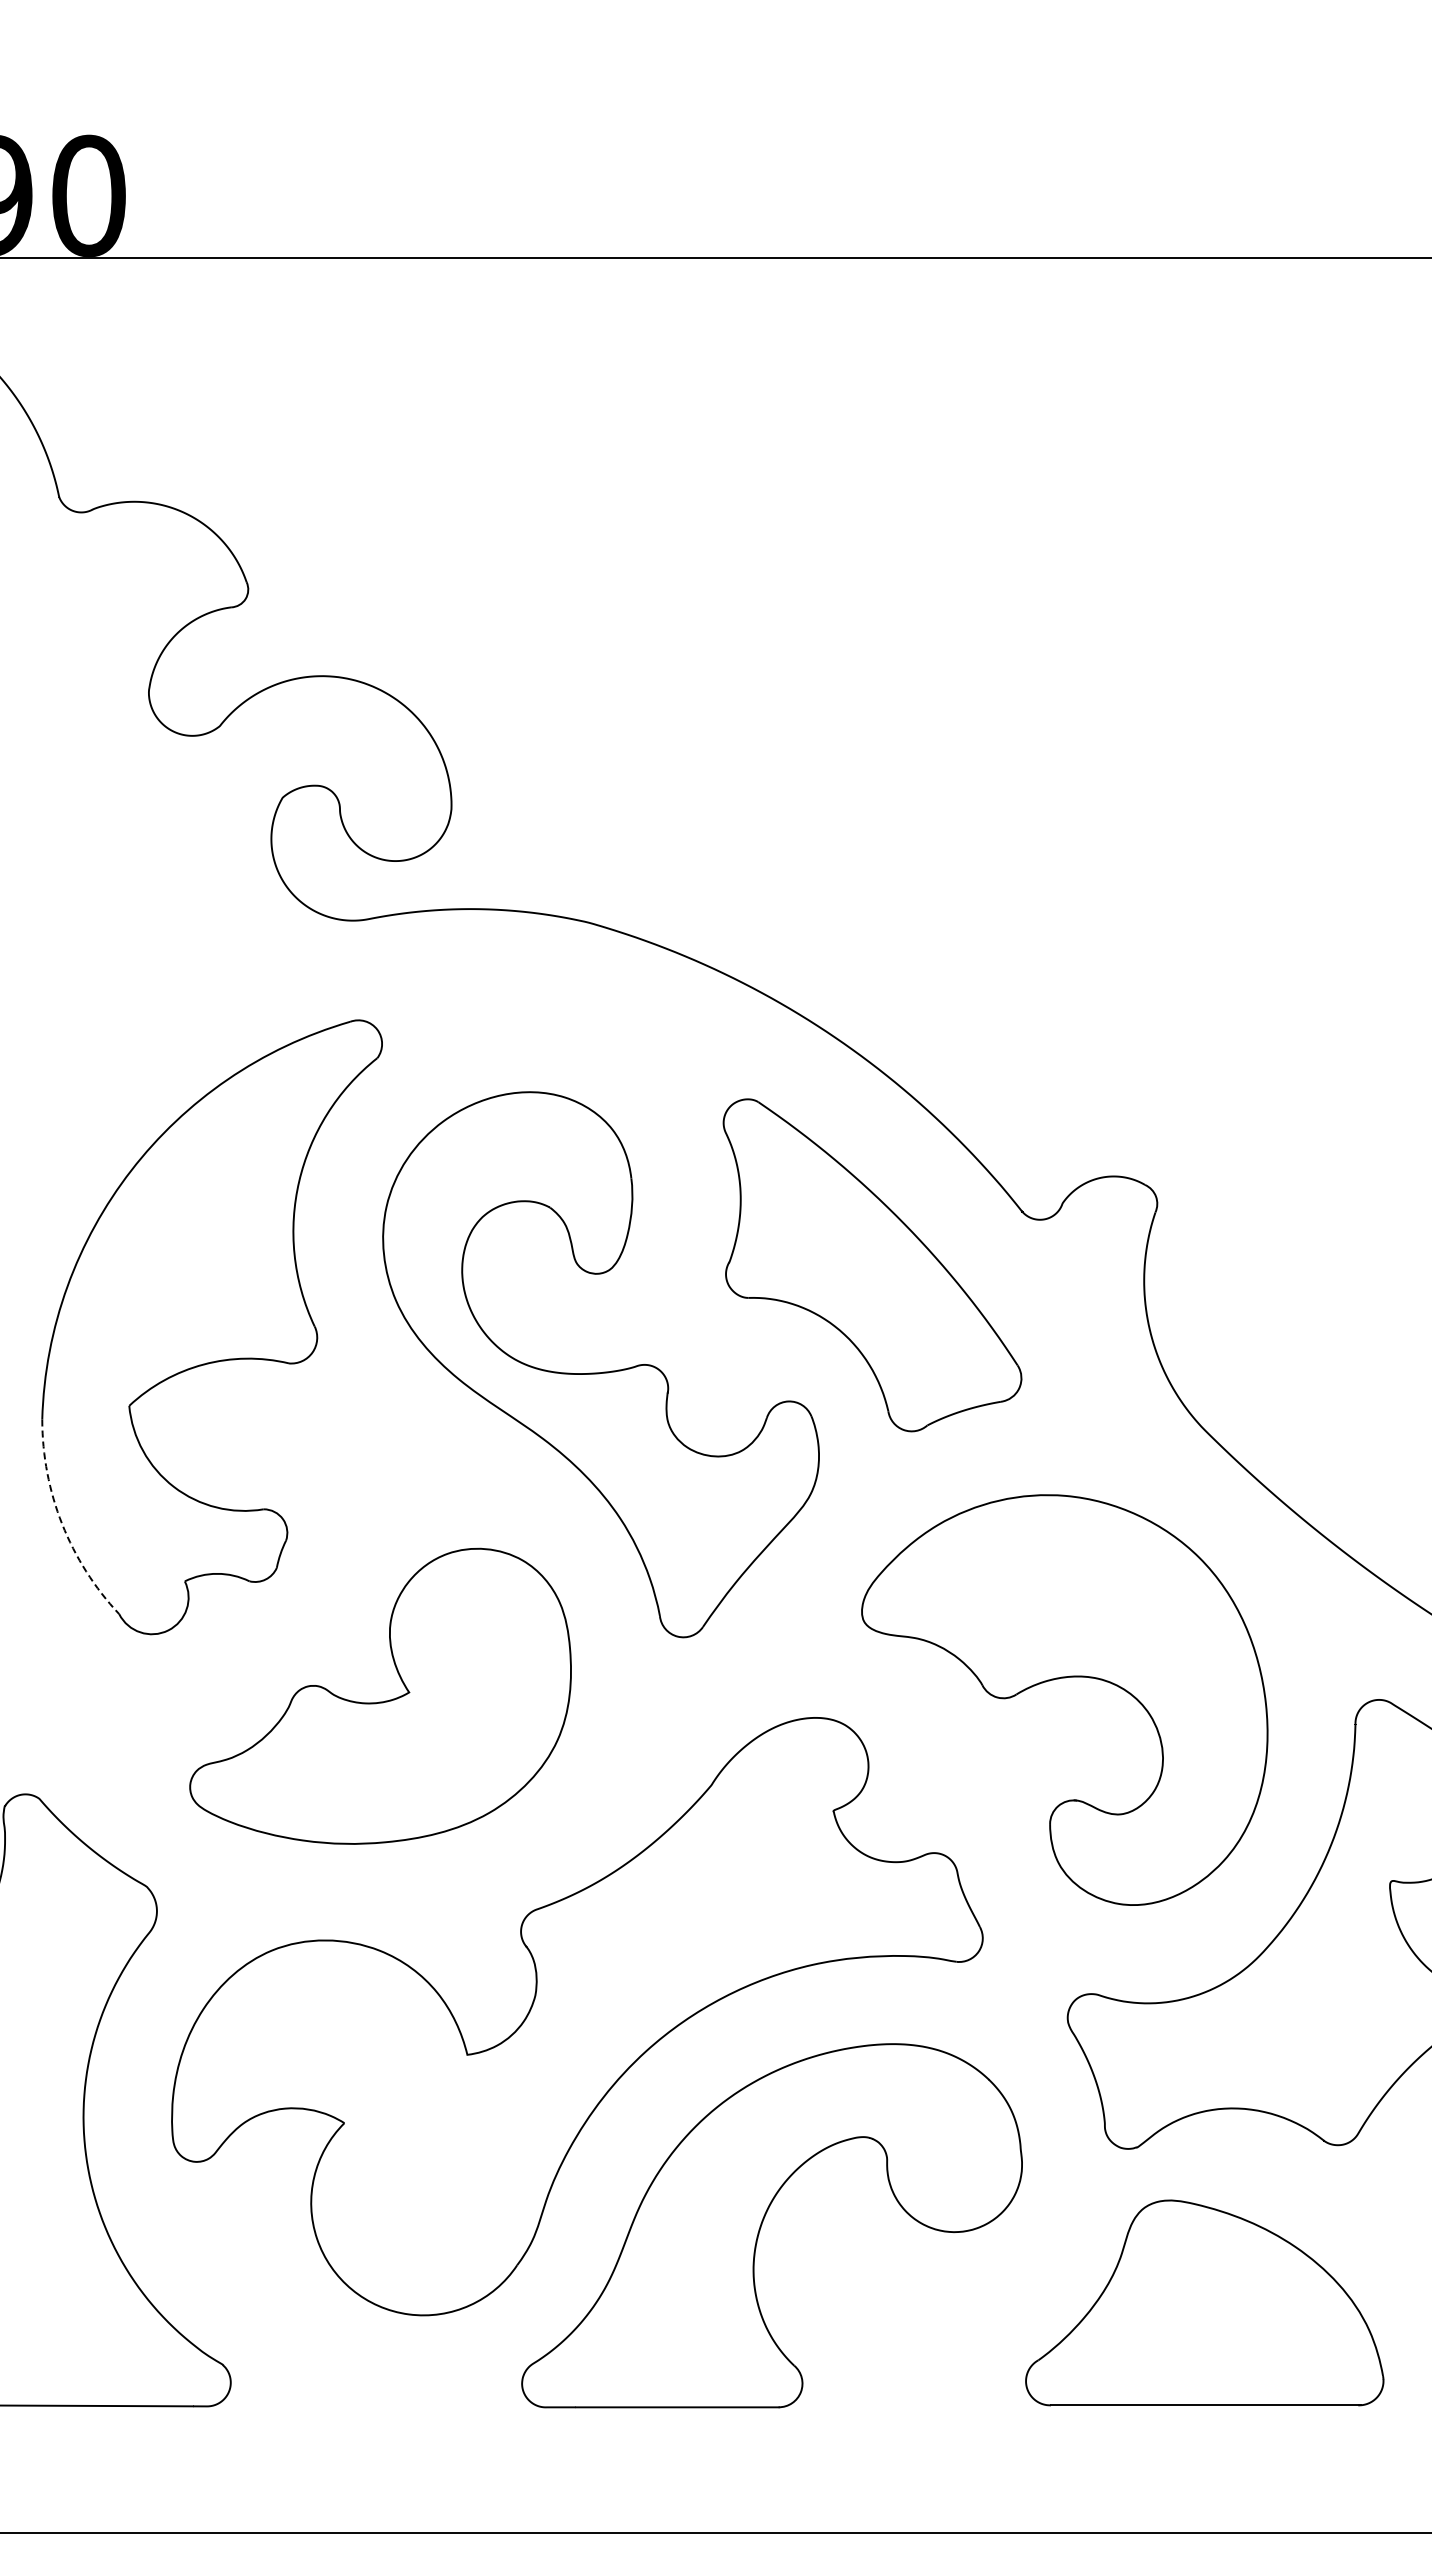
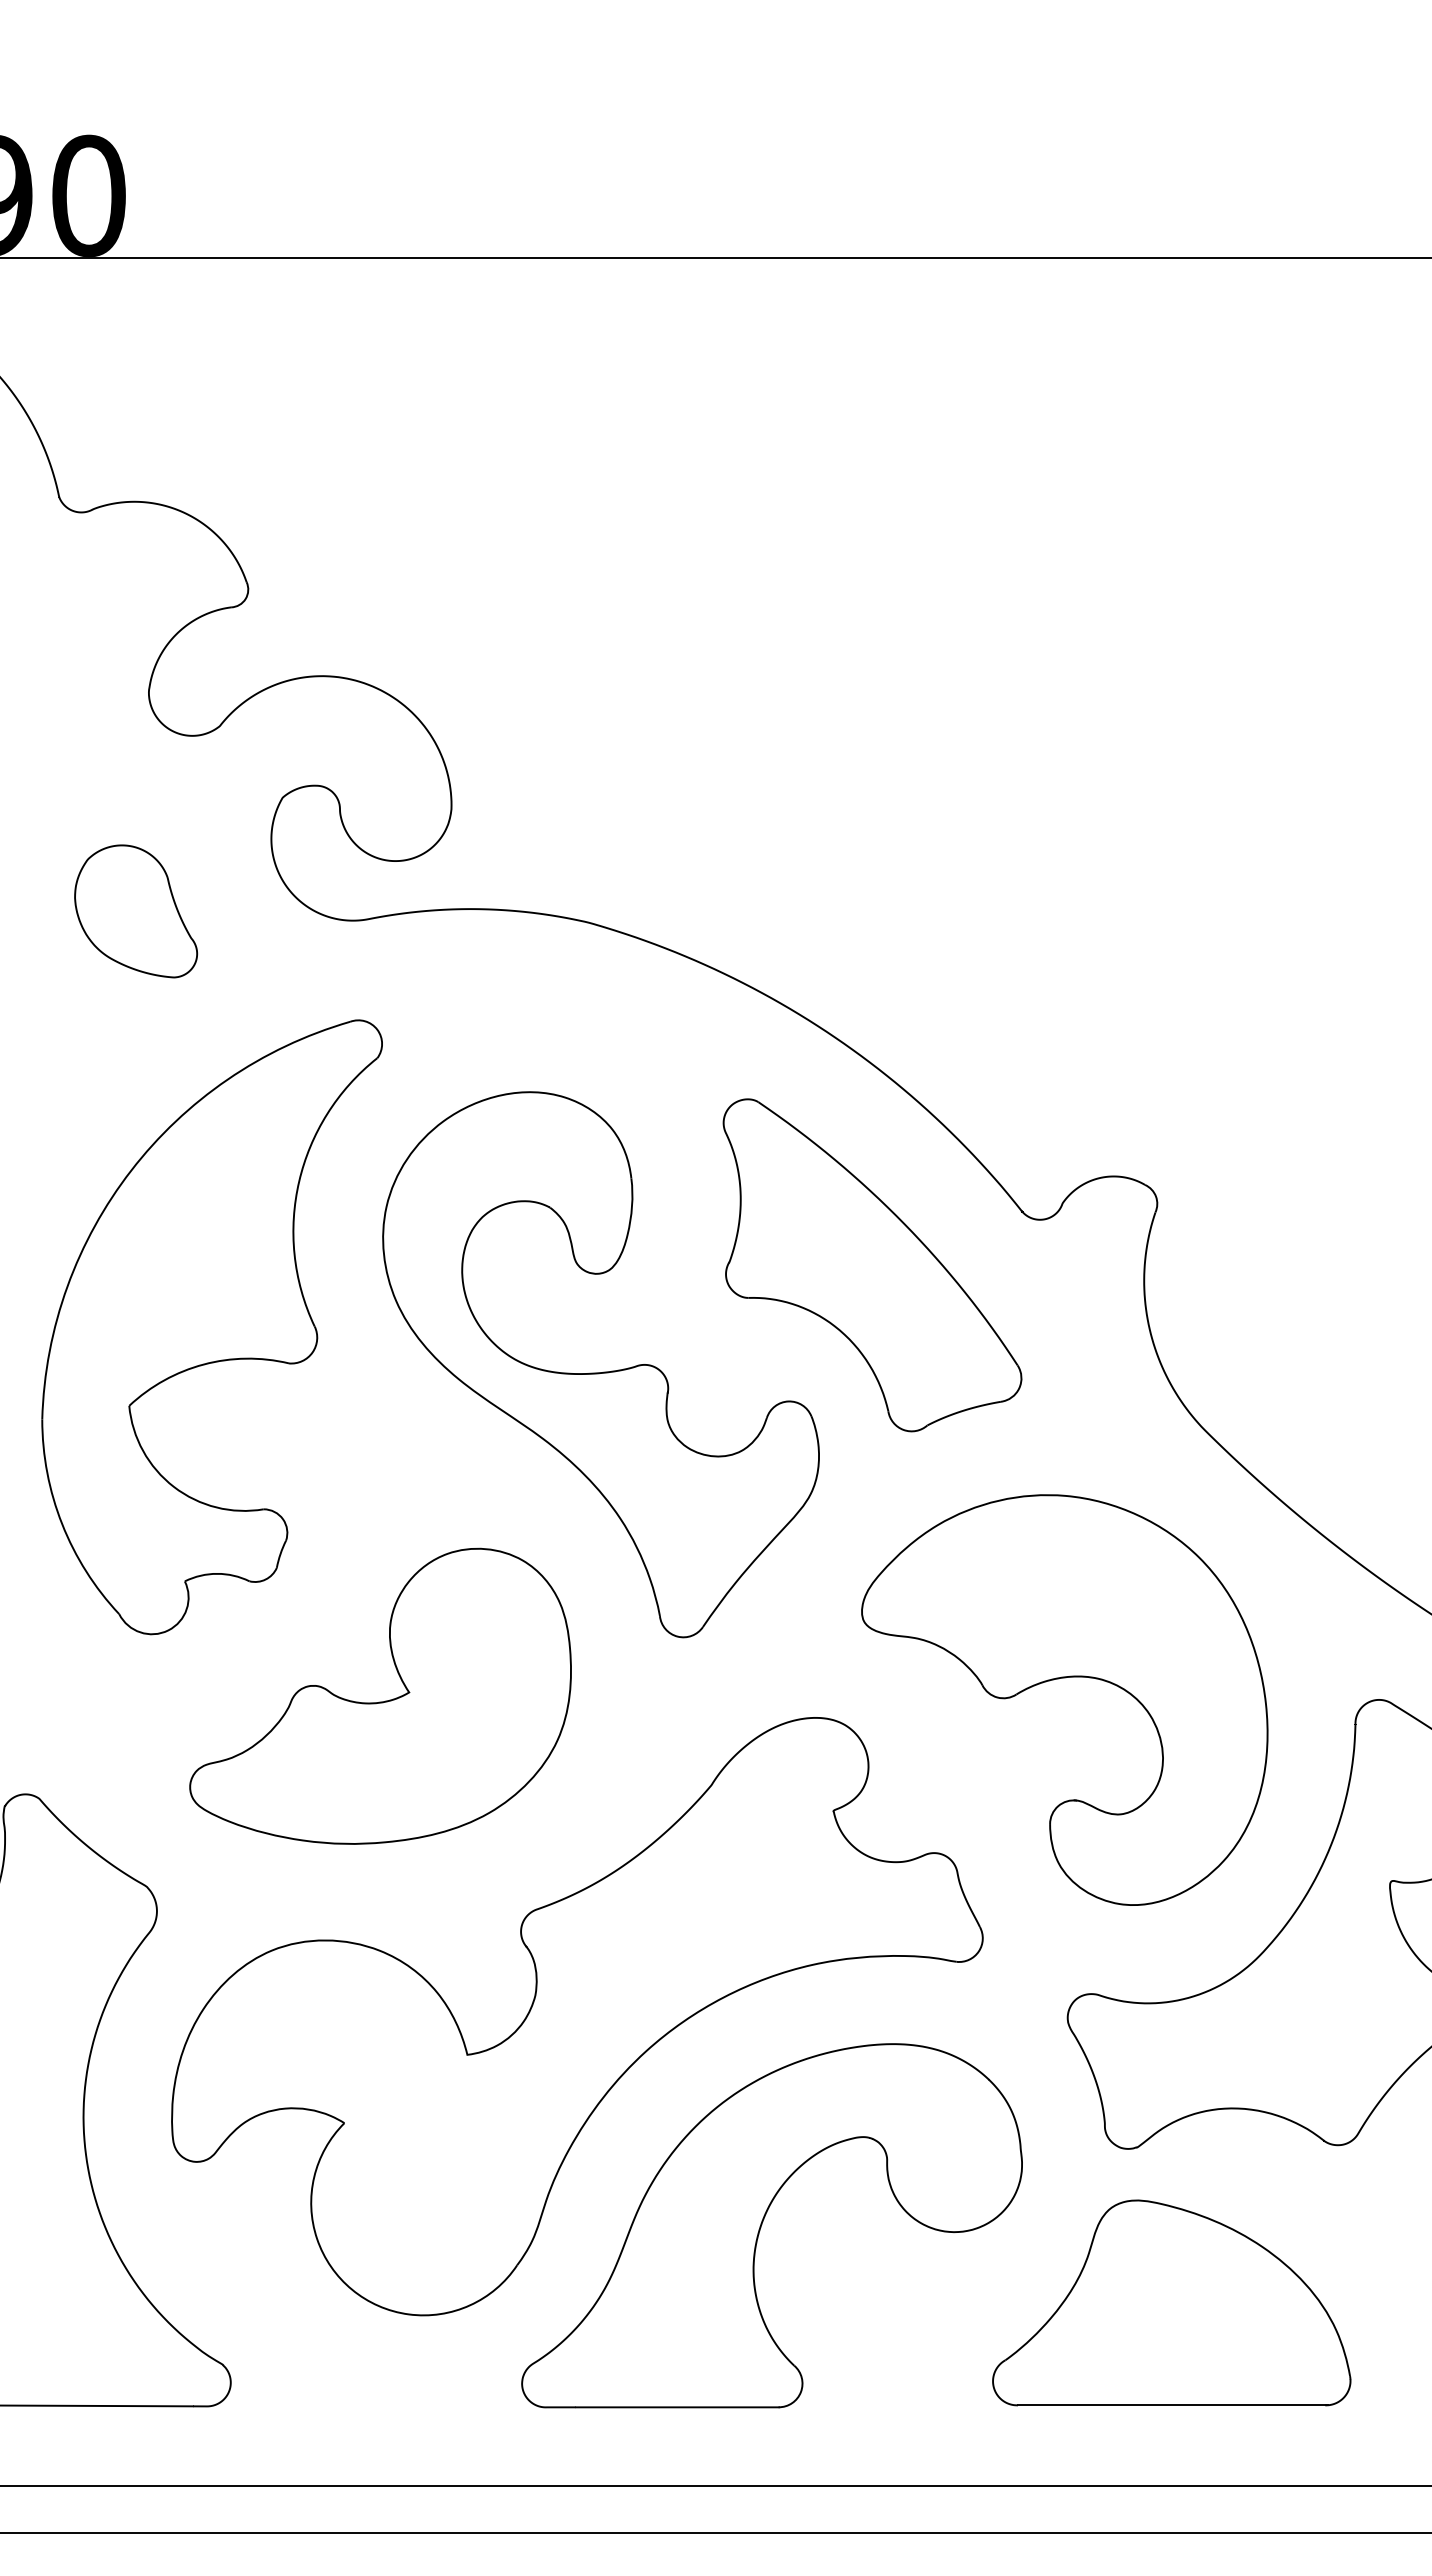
part at (136, 911): none -> present
arc at (62, 1524): dashed -> solid
part at (1204, 2302) position: (1204, 2302) -> (1171, 2302)
line at (715, 2485): none -> present
